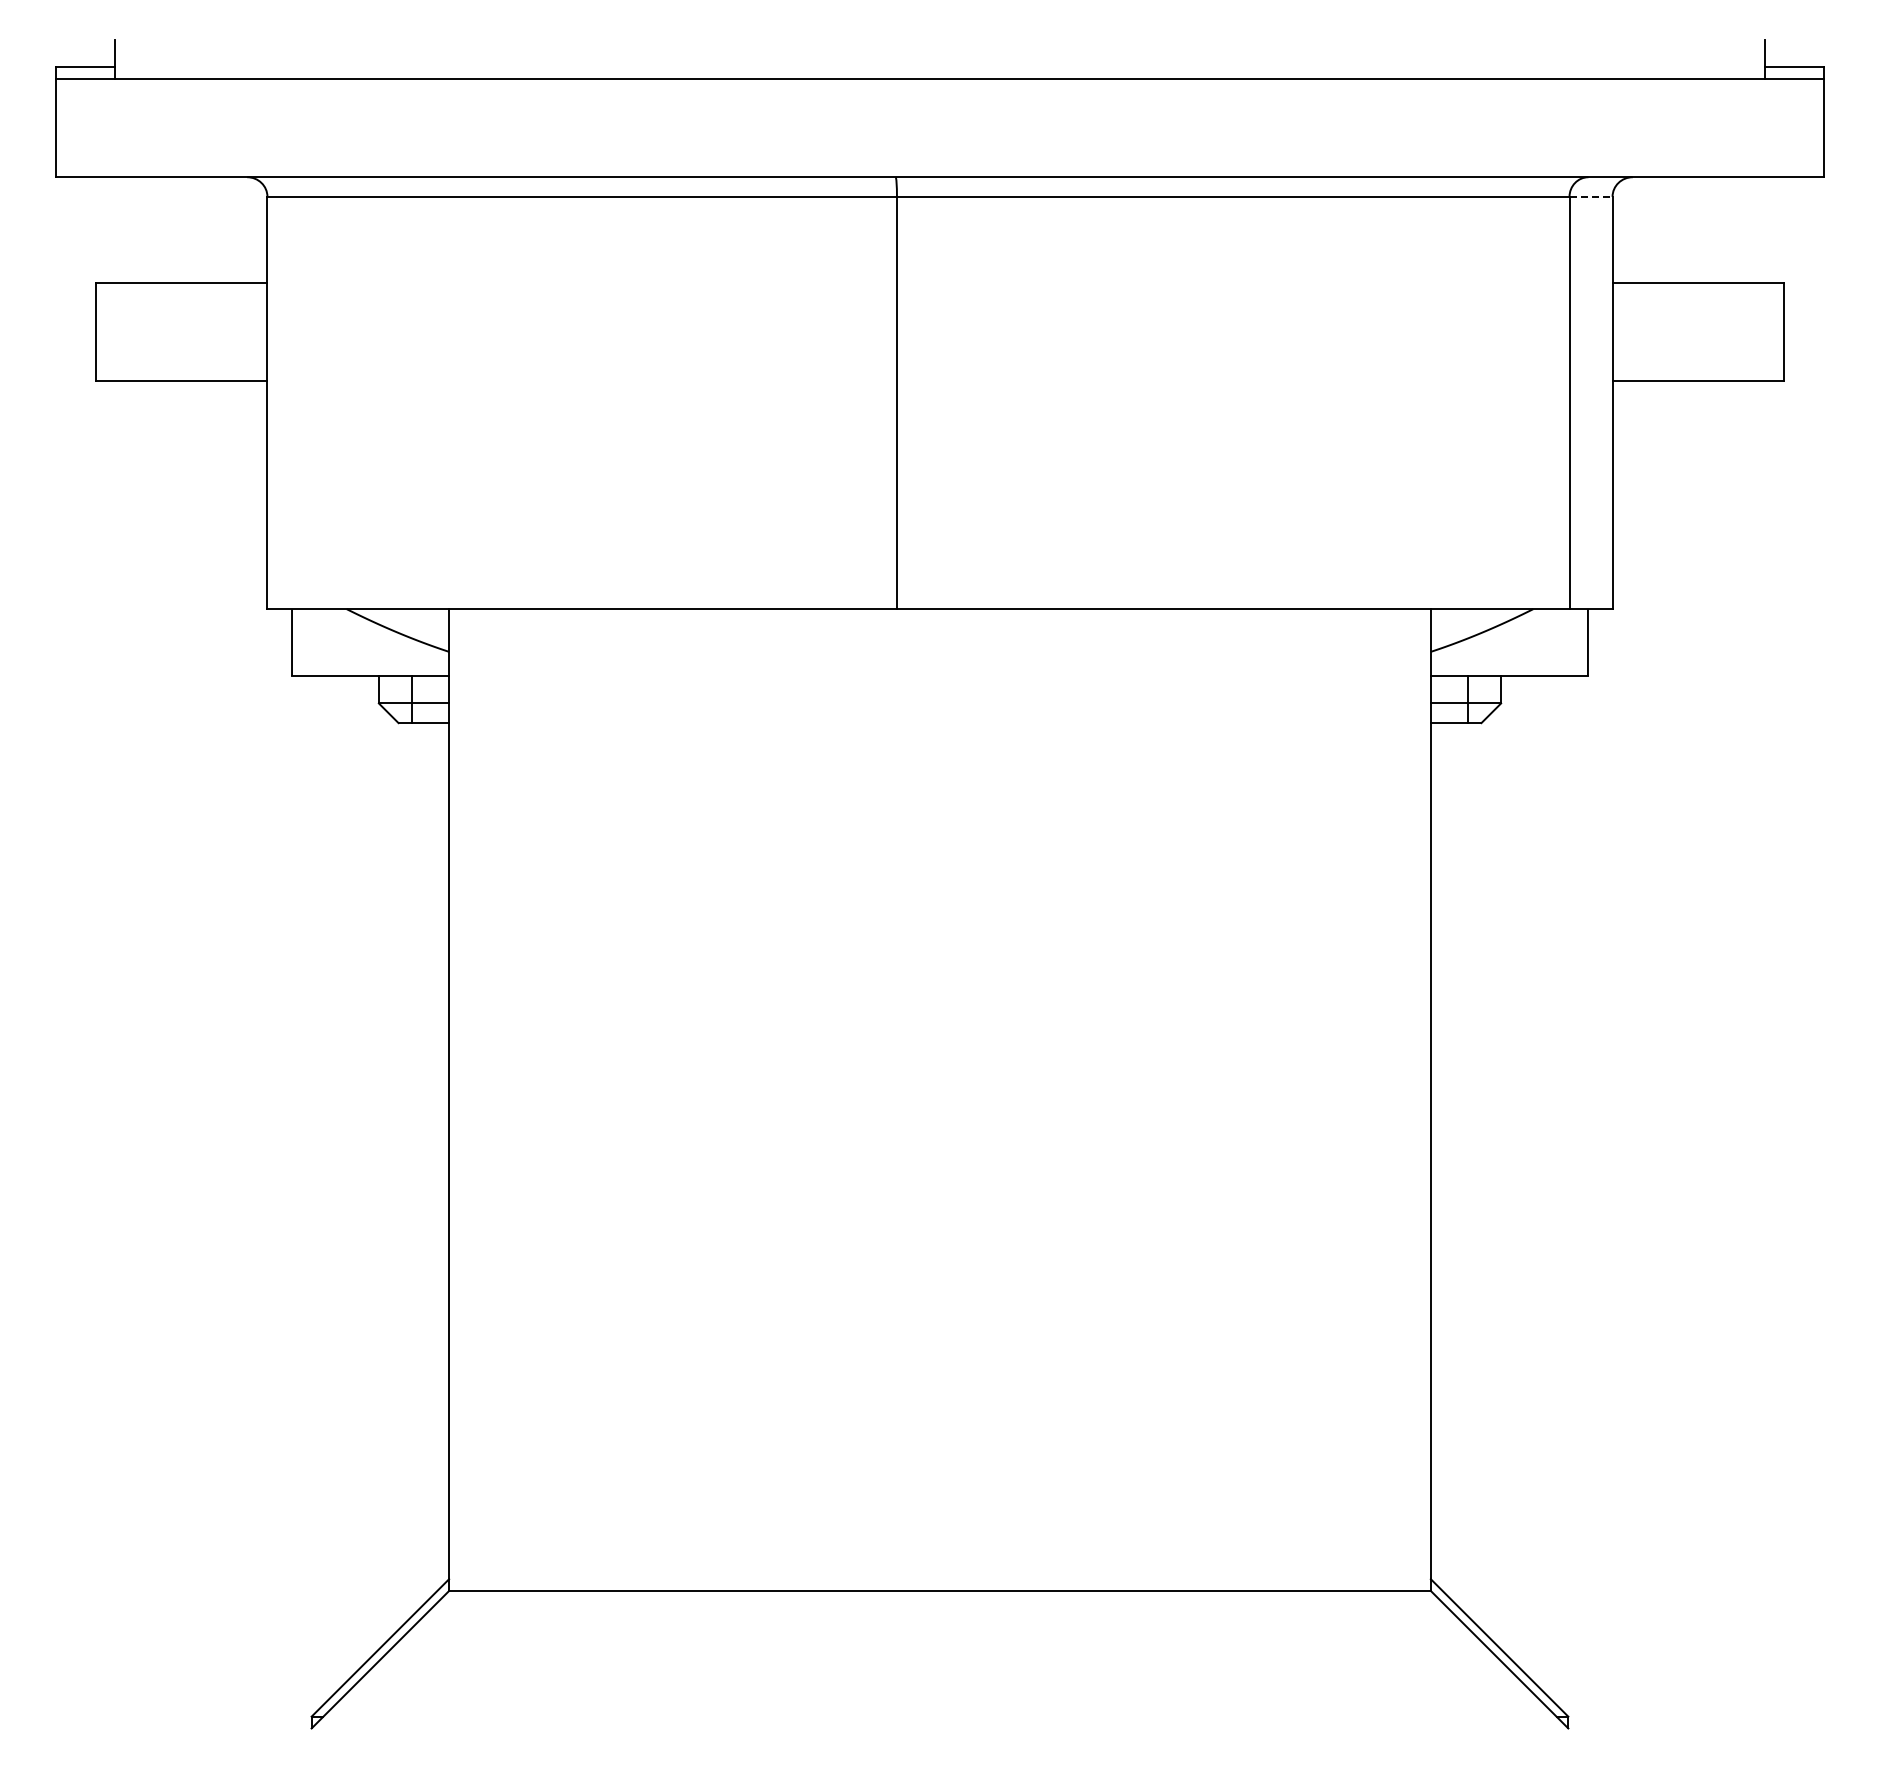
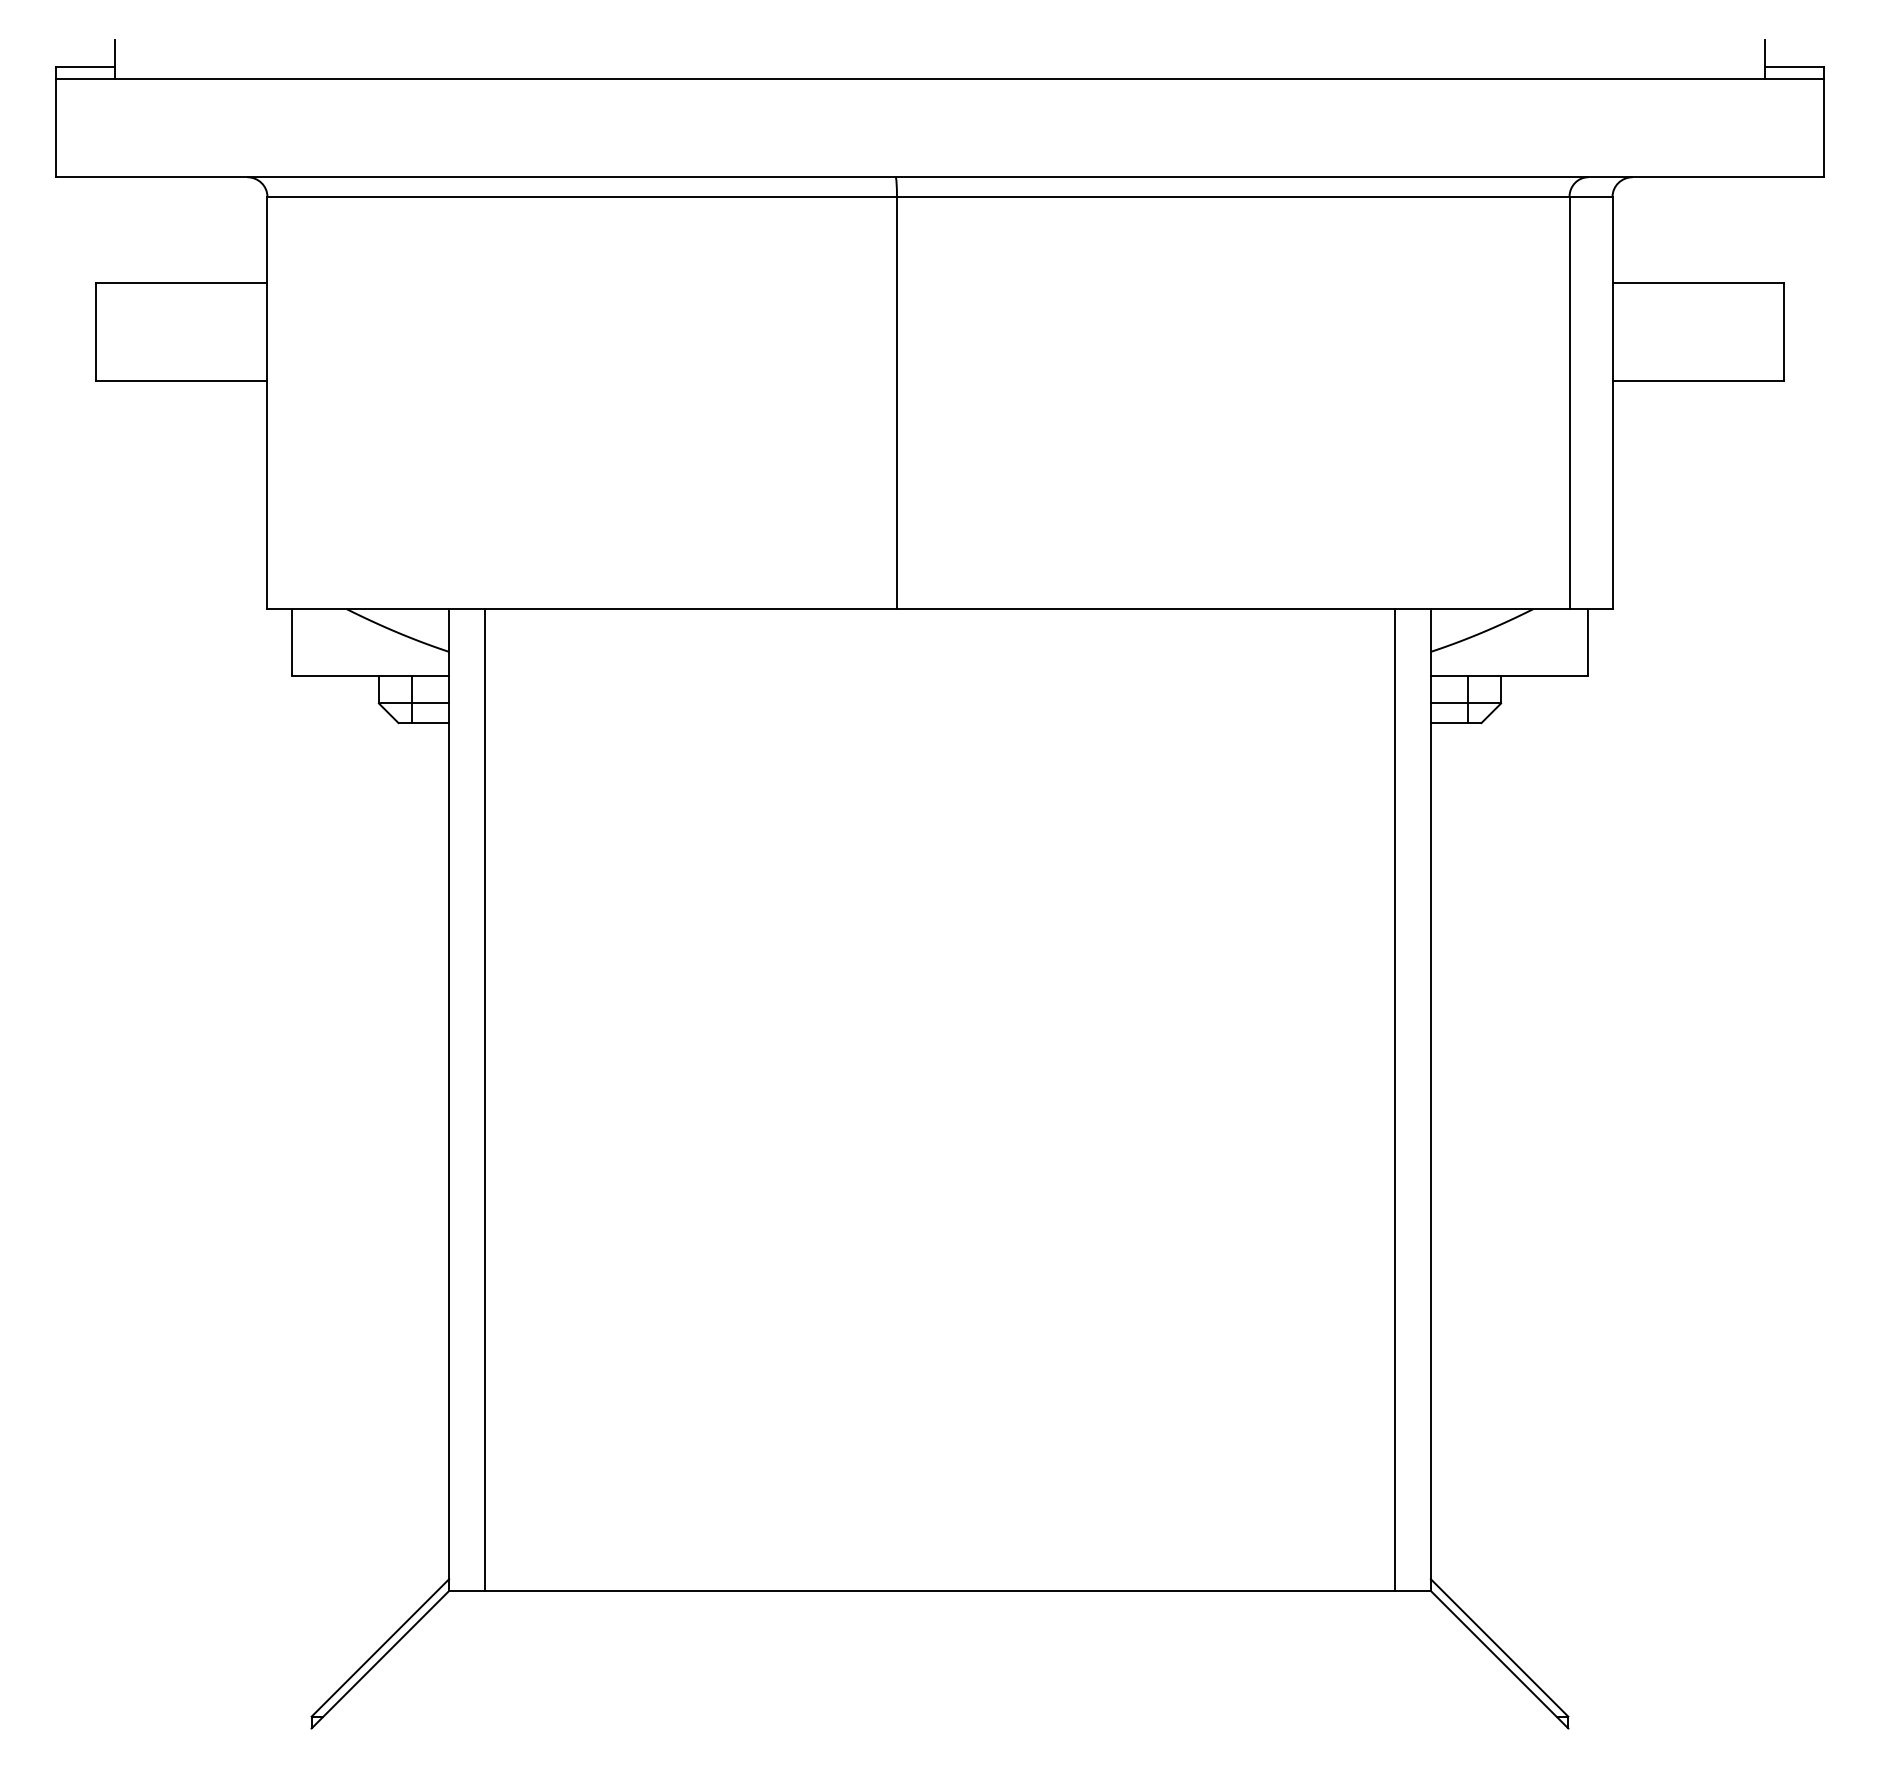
line at (1591, 196): dashed -> solid
line at (484, 1100): none -> present
line at (1395, 1100): none -> present
